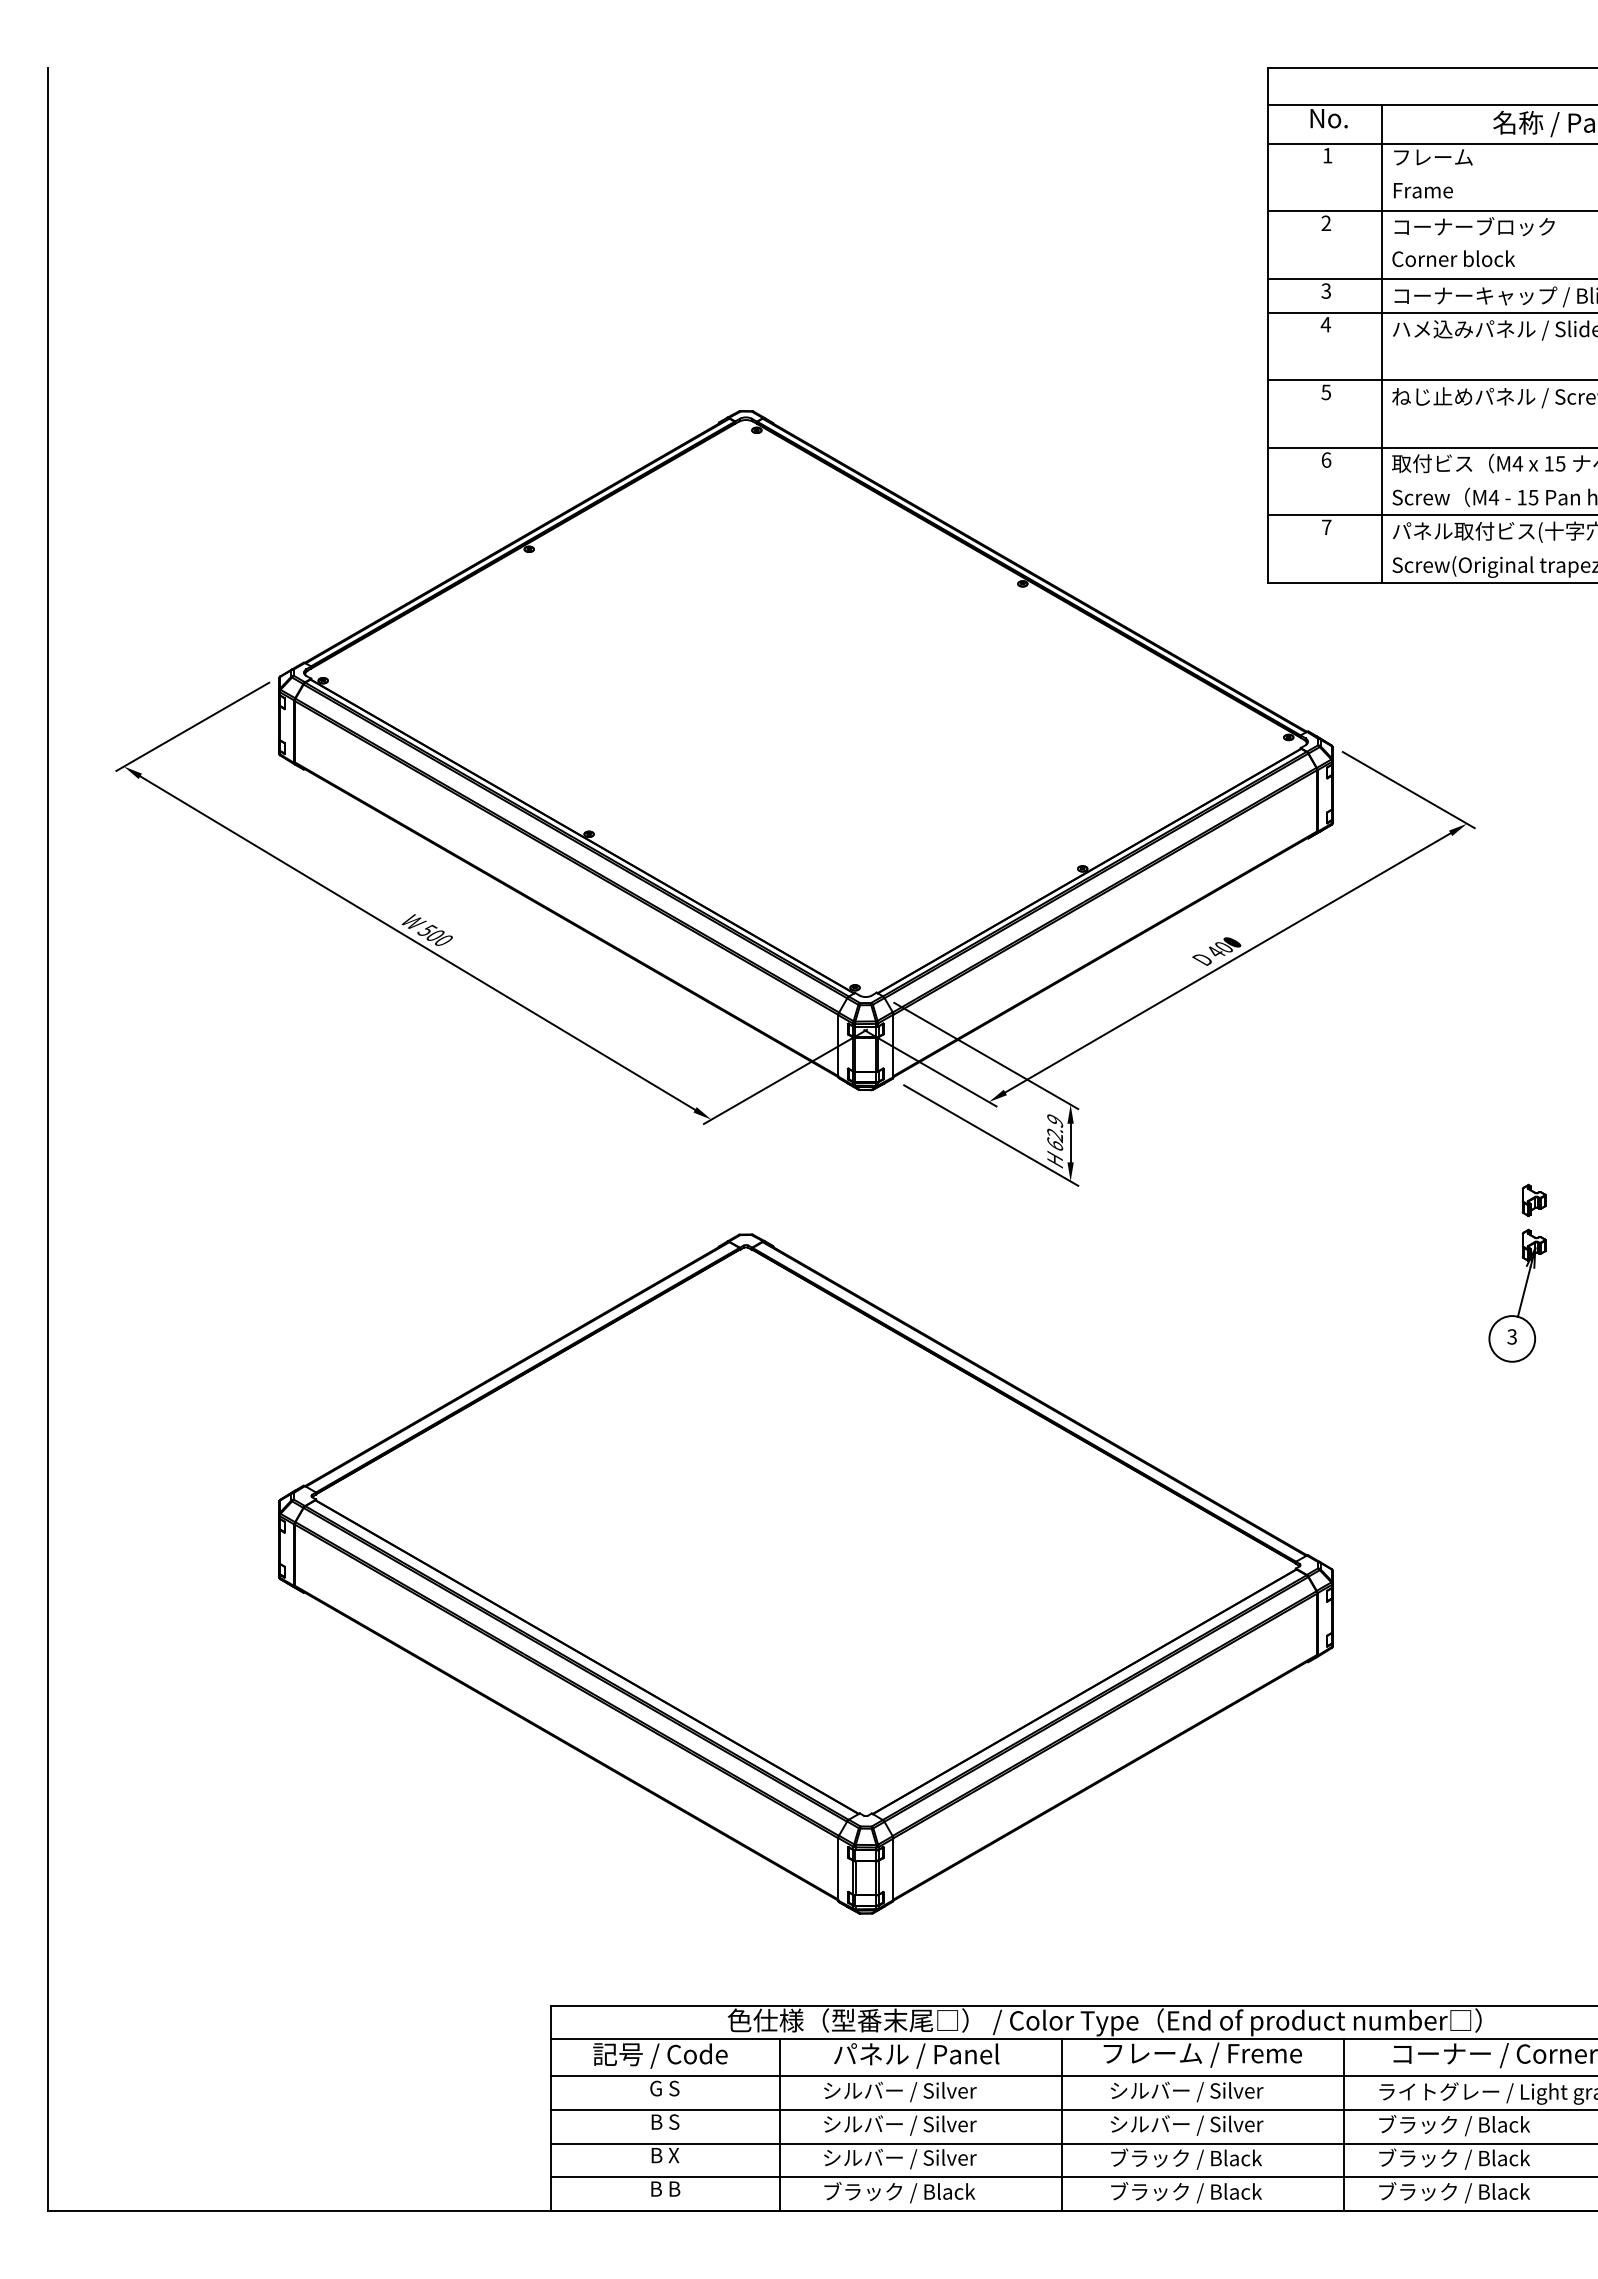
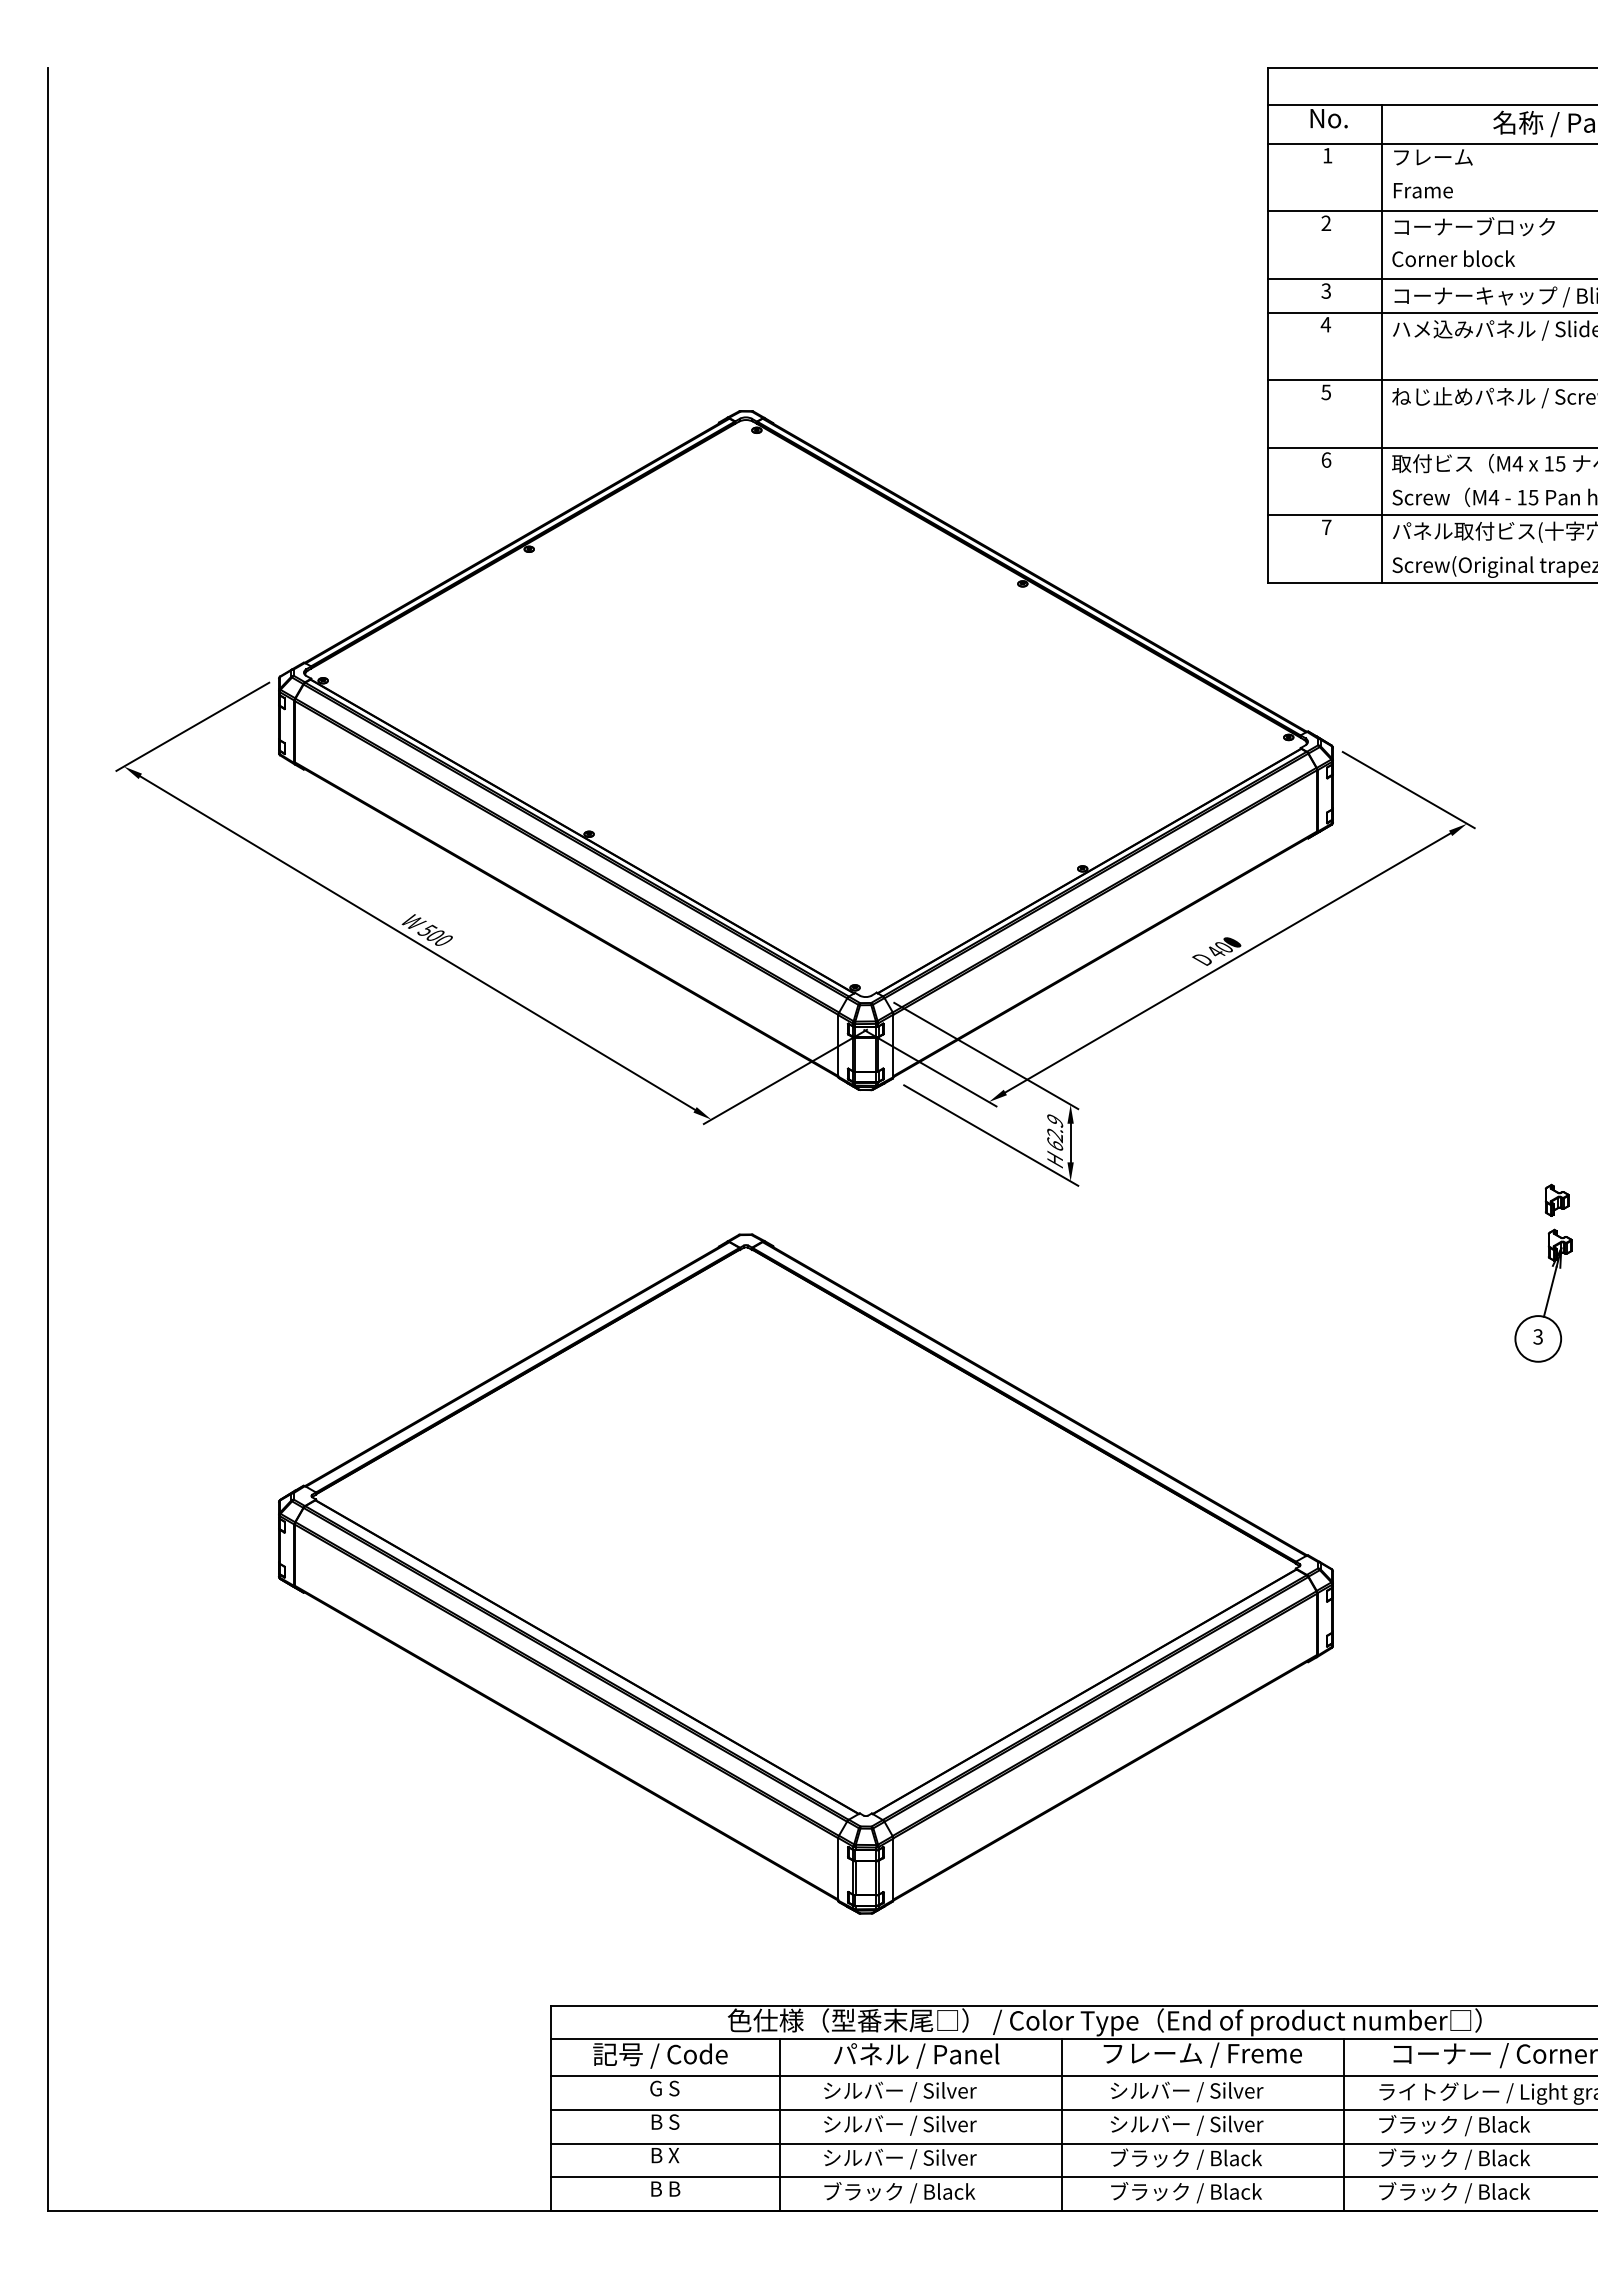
part at (1533, 1199) position: (1533, 1199) -> (1556, 1199)
part at (1517, 1295) position: (1517, 1295) -> (1543, 1295)
